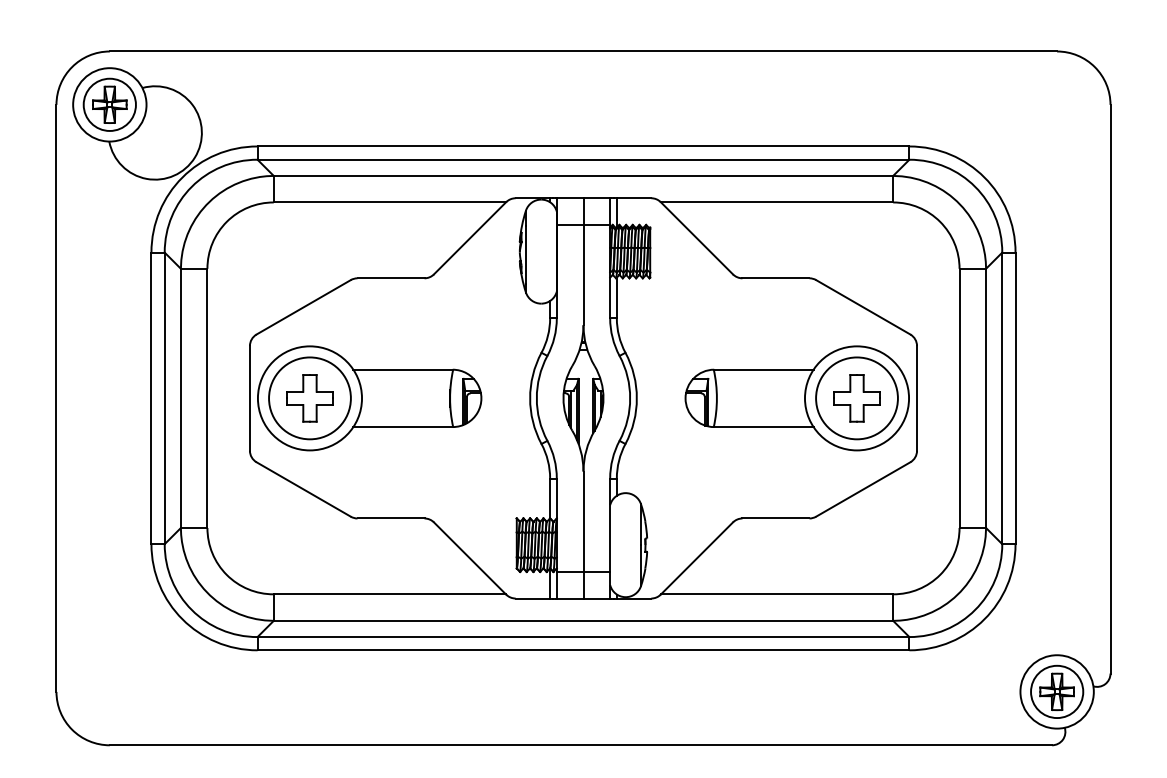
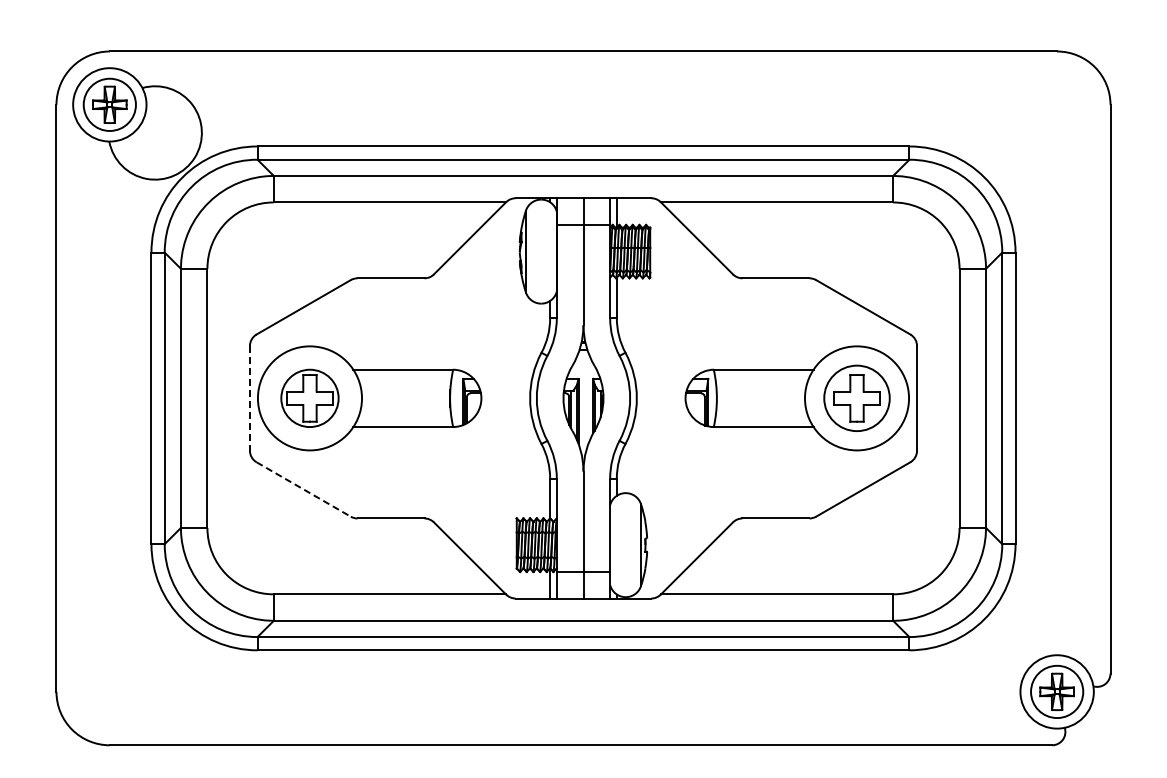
line at (249, 398): solid -> dashed
circle at (309, 398) diameter: 82 px -> 57 px
circle at (856, 398) diameter: 82 px -> 66 px
line at (304, 489): solid -> dashed
